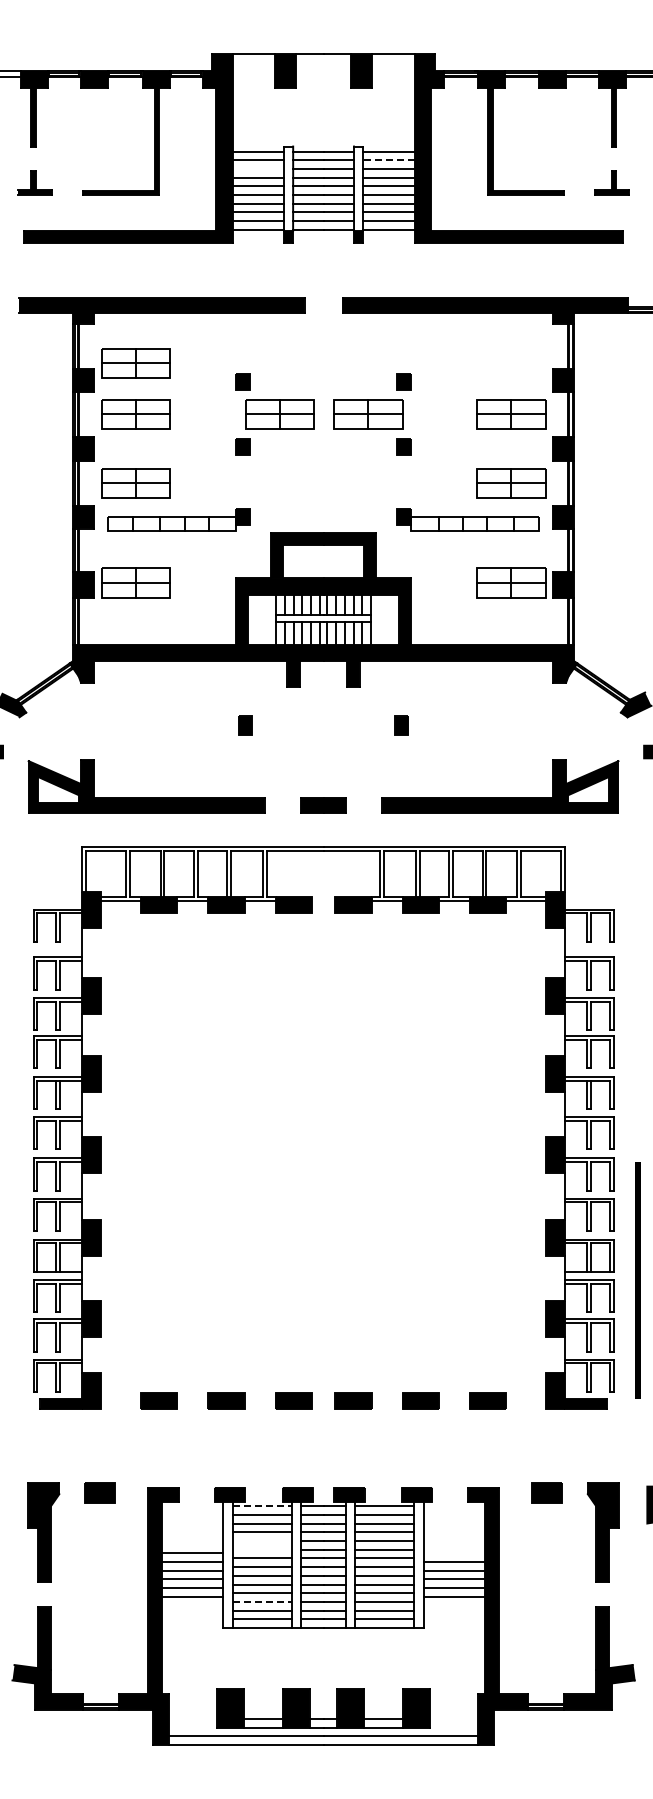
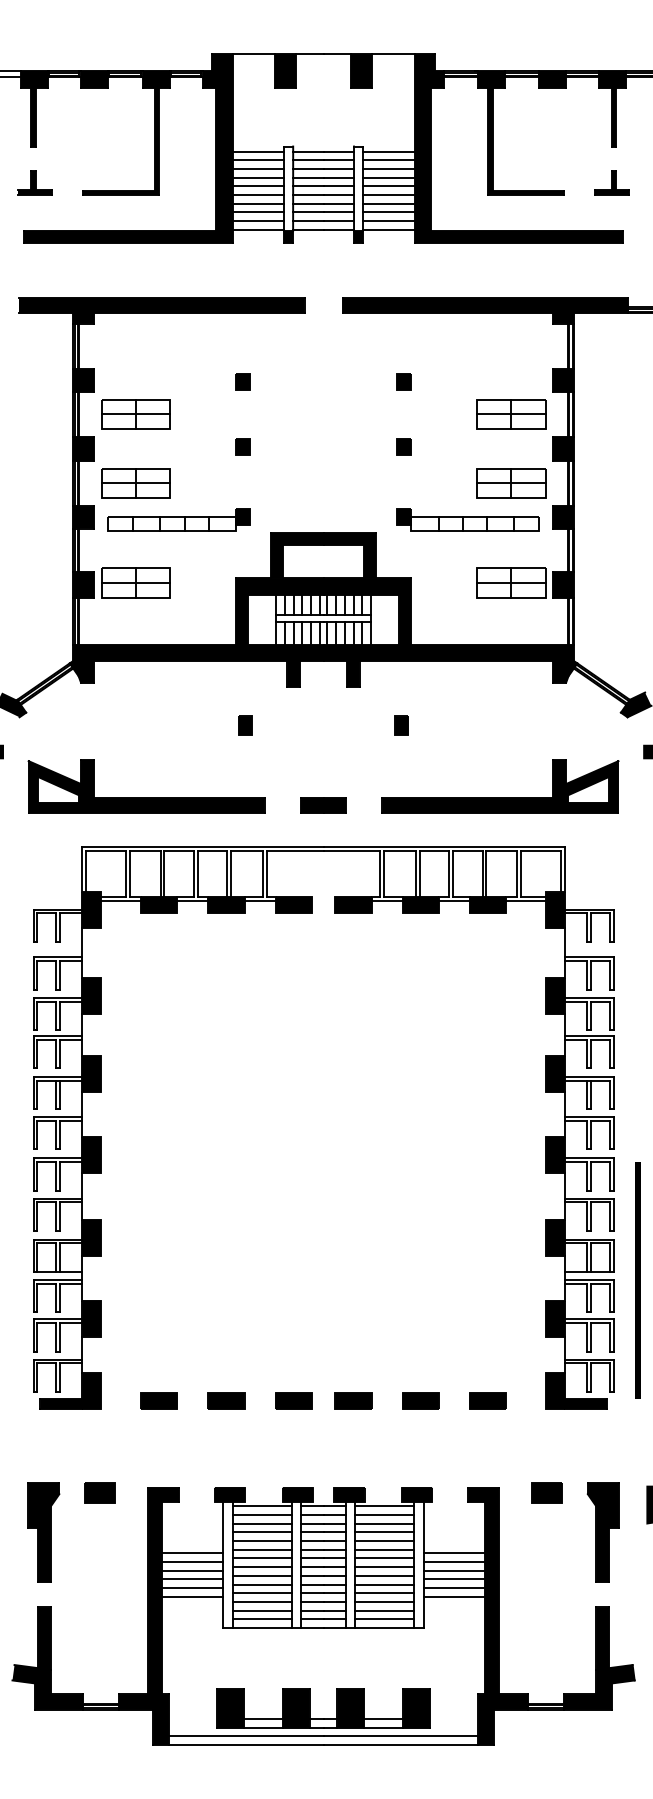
line at (388, 160): dashed -> solid
line at (257, 169): none -> present
part at (135, 363): present -> none
part at (279, 414): present -> none
part at (368, 414): present -> none
line at (262, 1506): dashed -> solid
line at (261, 1541): none -> present
line at (261, 1549): none -> present
line at (454, 1553): none -> present
line at (262, 1601): dashed -> solid
